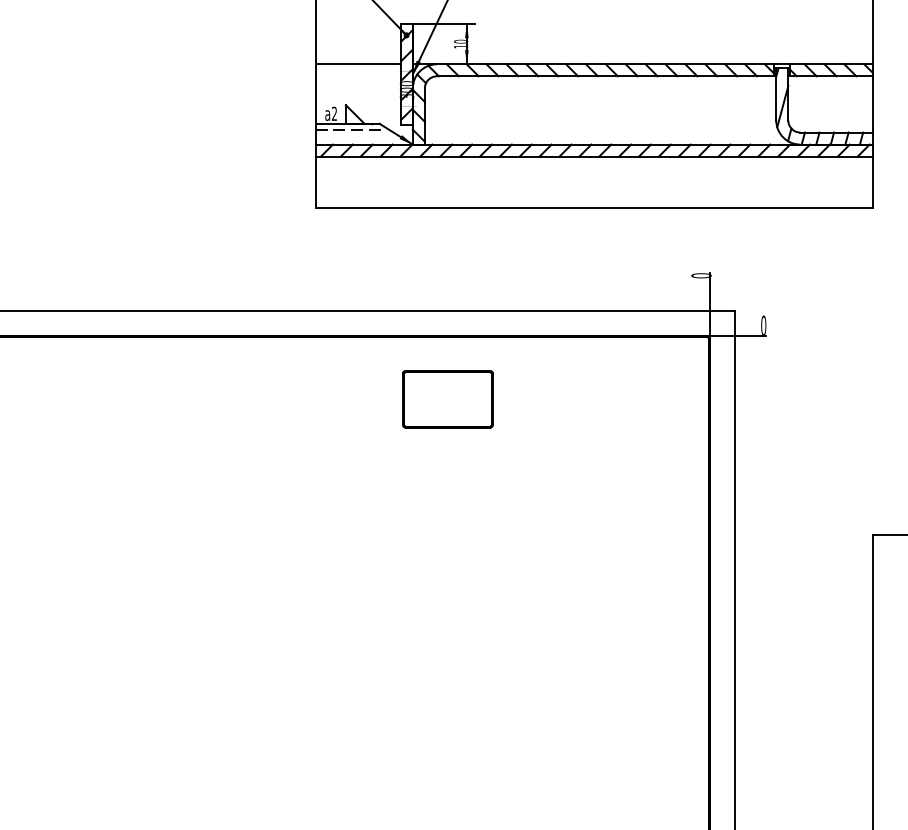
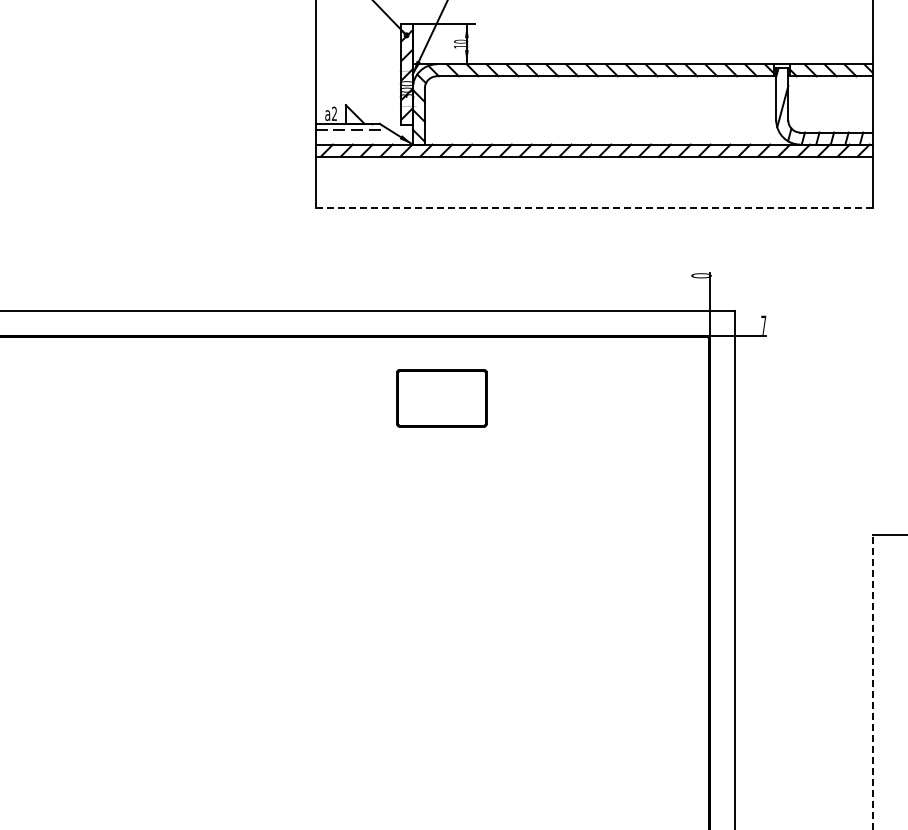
line at (357, 64): present -> none
line at (594, 207): solid -> dashed
text at (763, 324): 0 -> 7
part at (447, 399) position: (447, 399) -> (441, 398)
line at (873, 681): solid -> dashed
